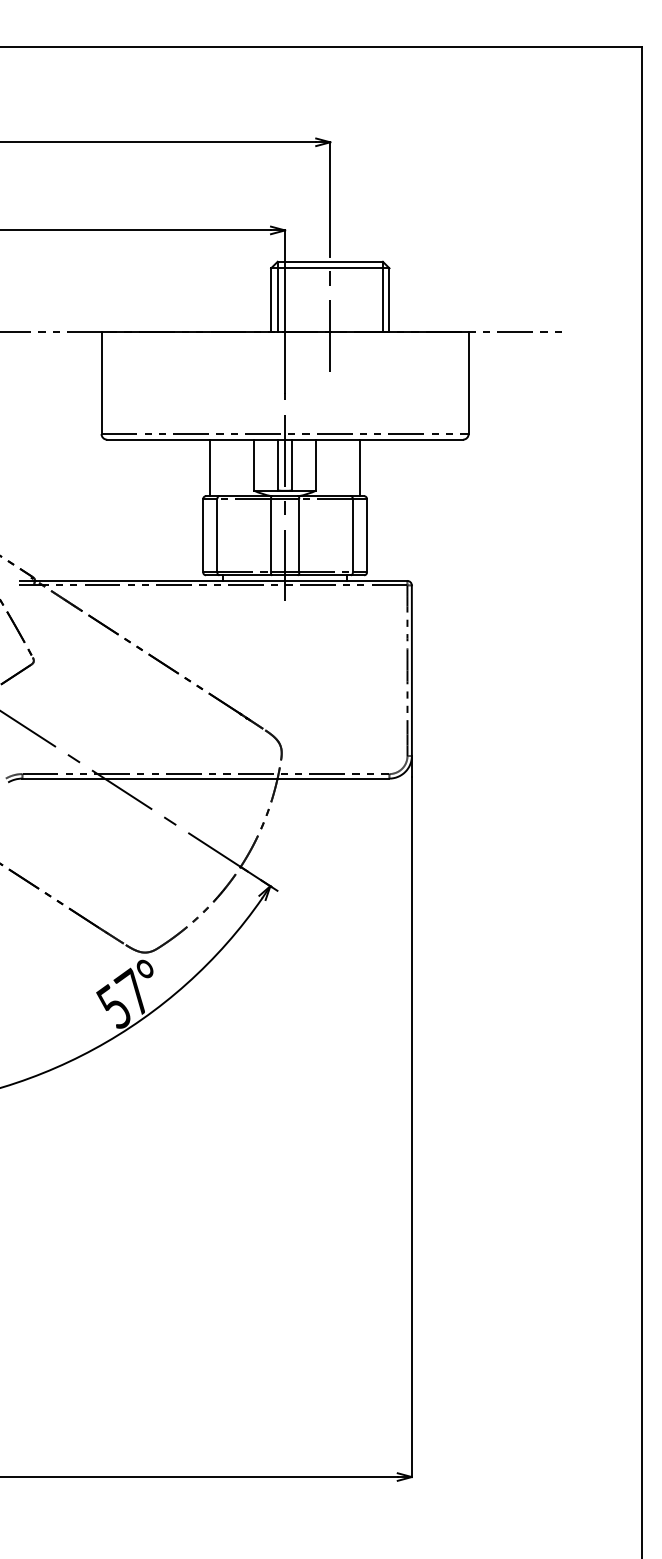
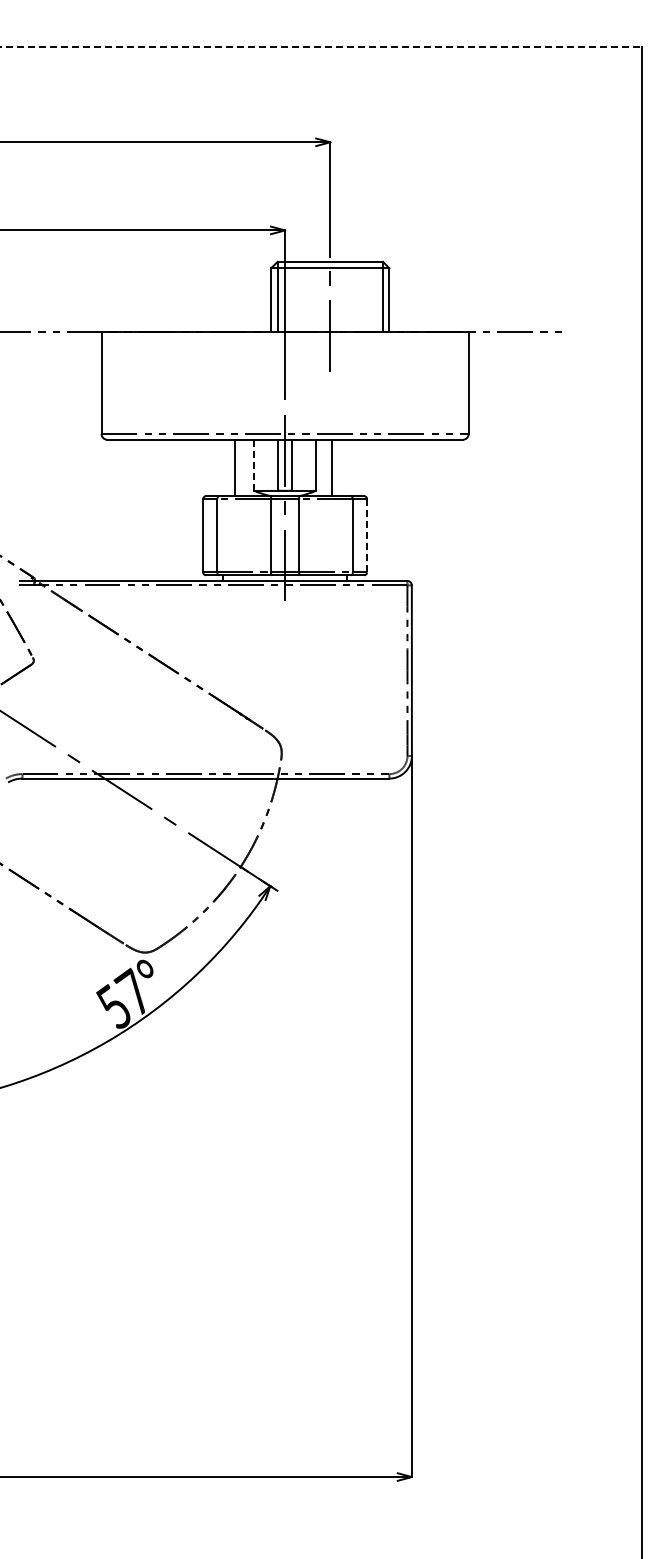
line at (321, 46): solid -> dashed
line at (253, 465): solid -> dashed
line at (210, 467) position: (210, 467) -> (235, 467)
line at (359, 467) position: (359, 467) -> (331, 467)
line at (367, 535): solid -> dashed
